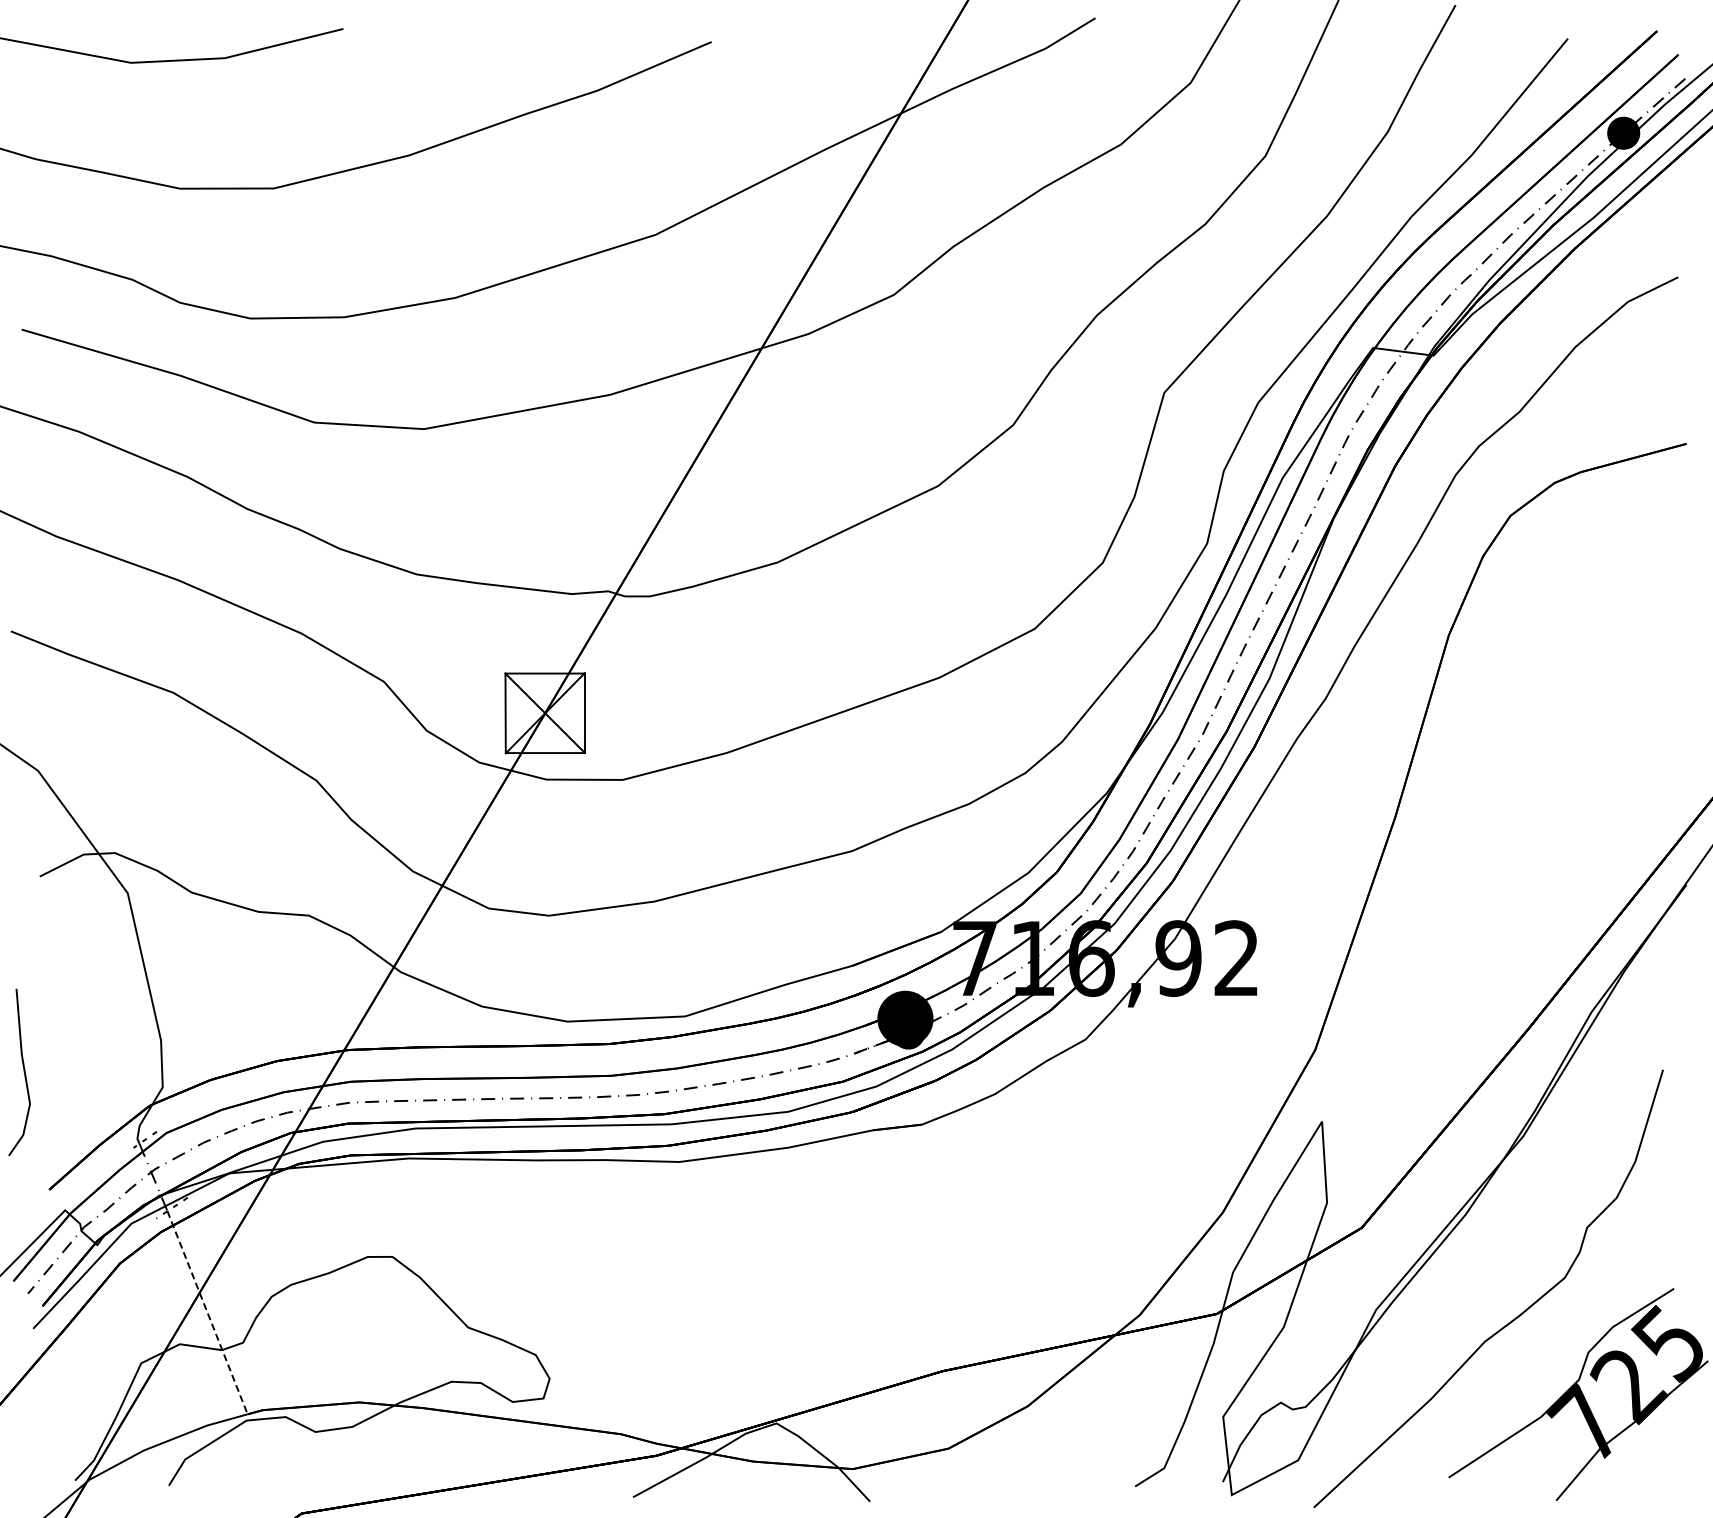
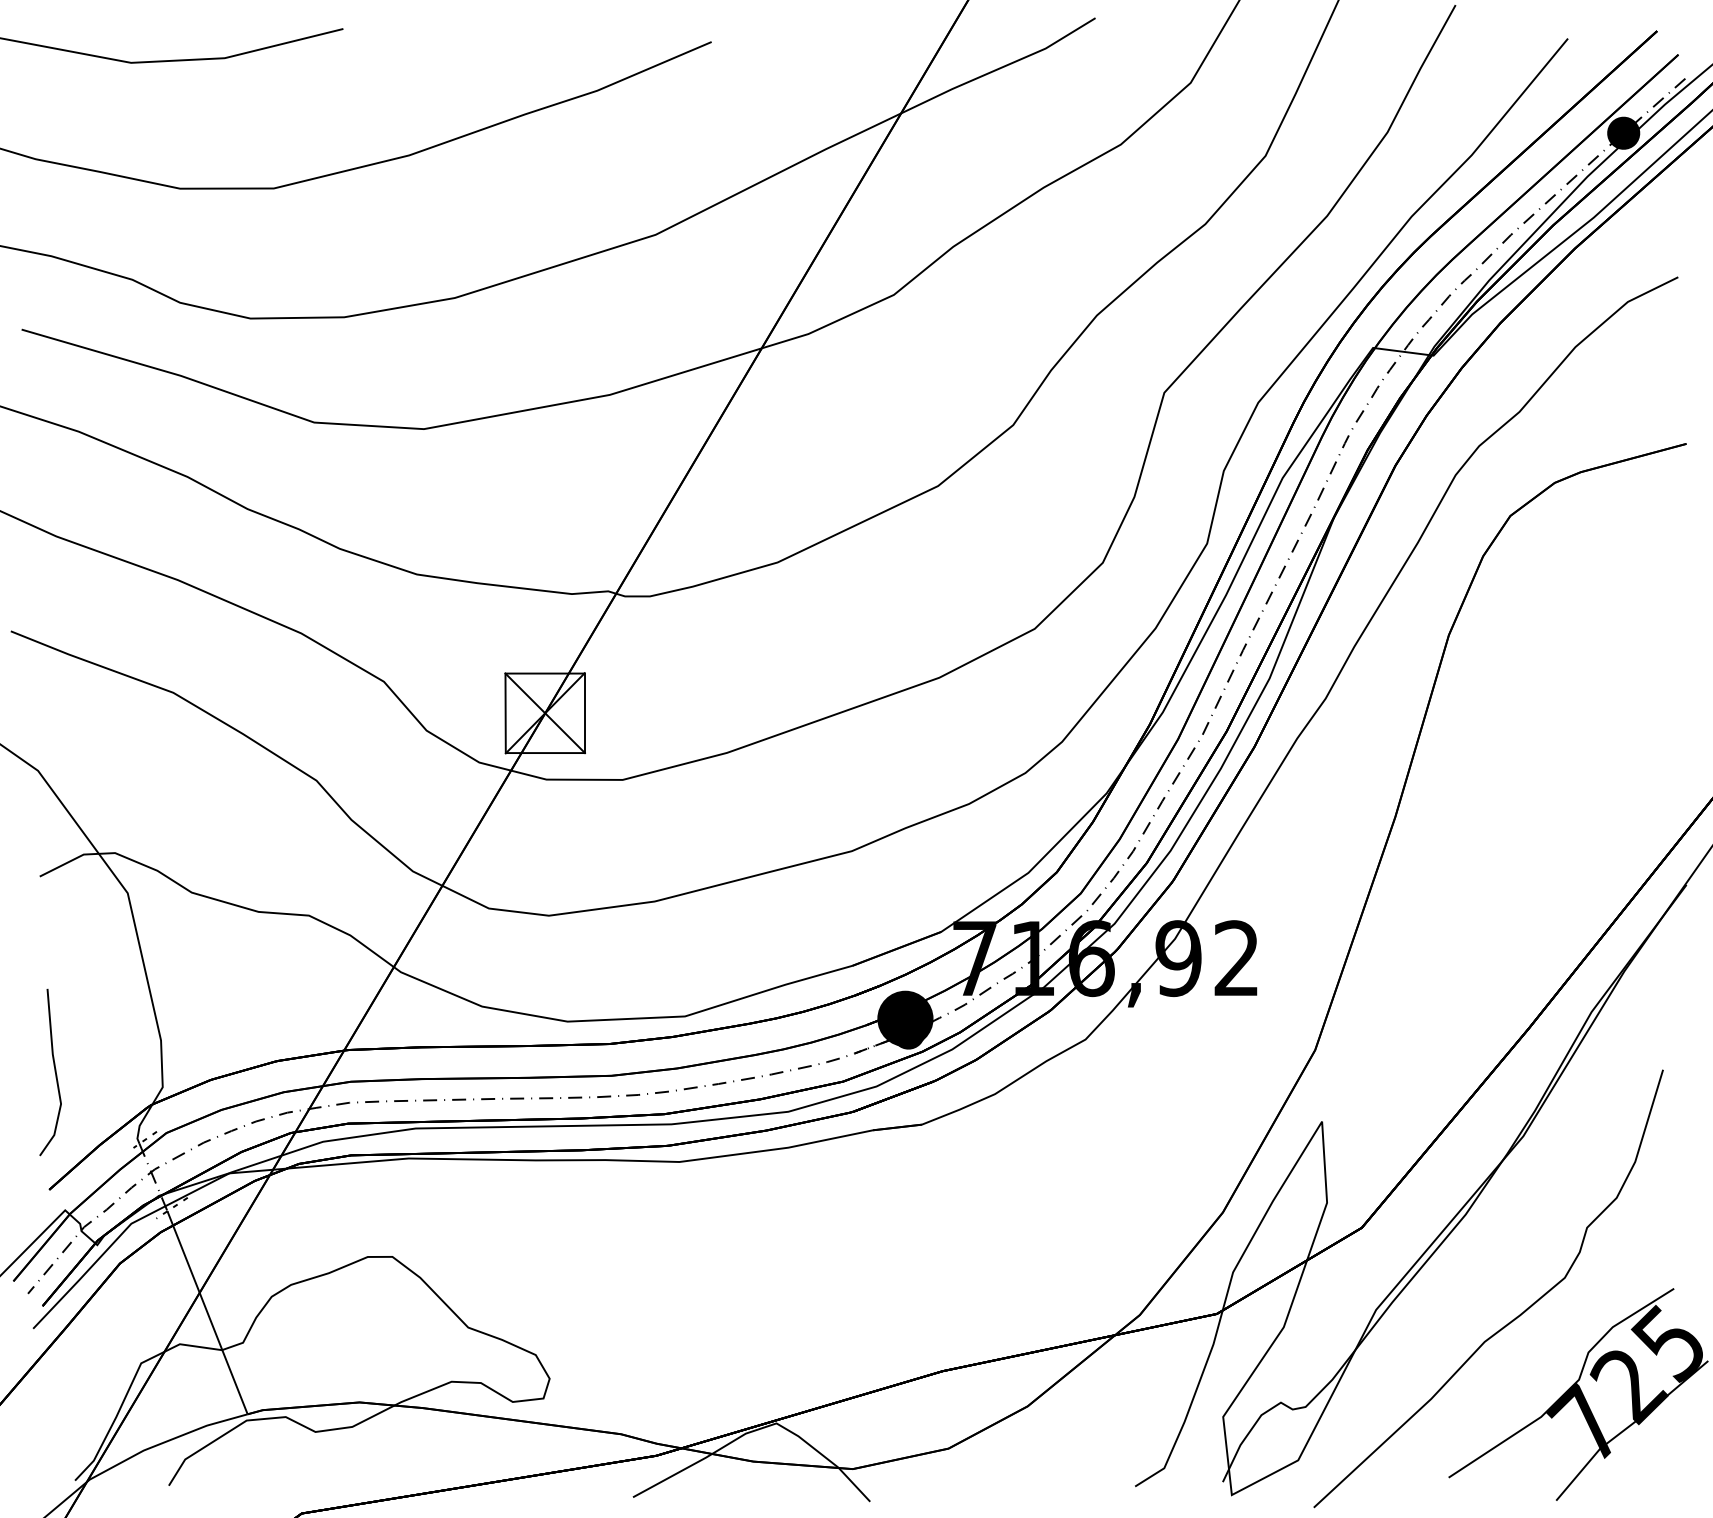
line at (23, 1072) position: (23, 1072) -> (54, 1072)
line at (207, 1313): dashed -> solid
